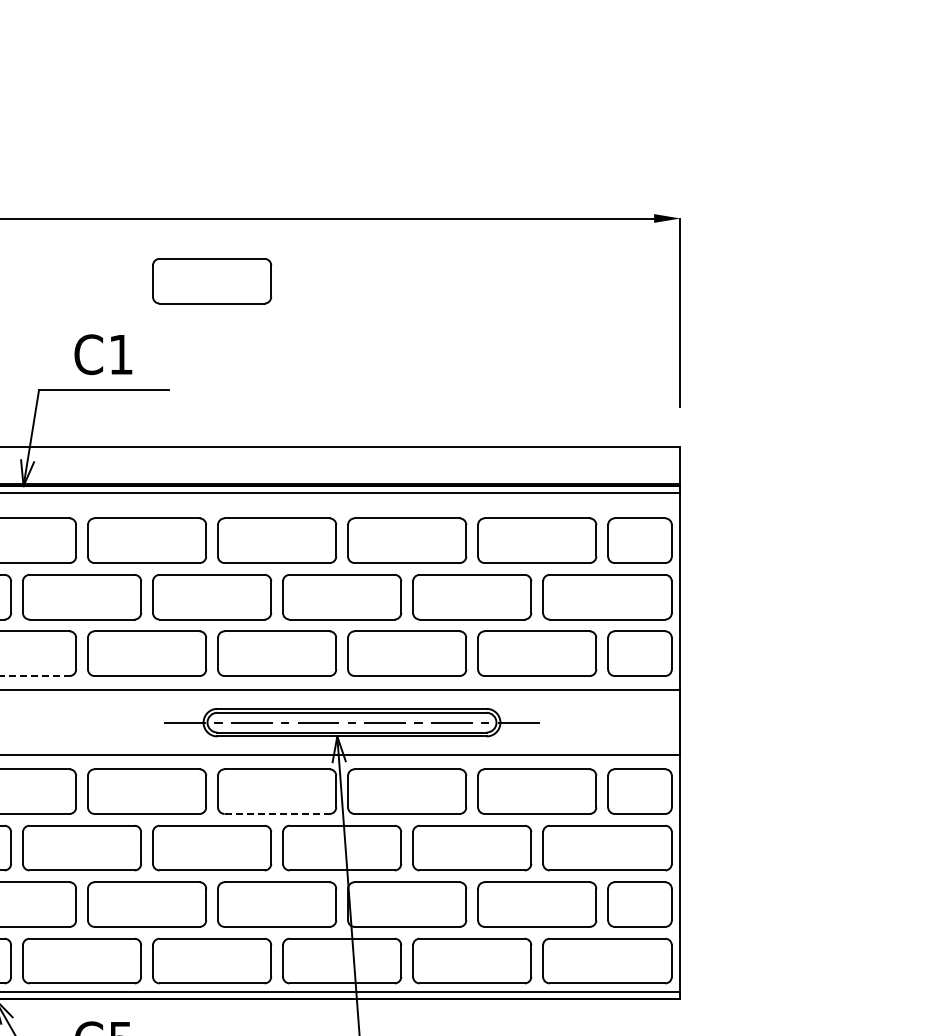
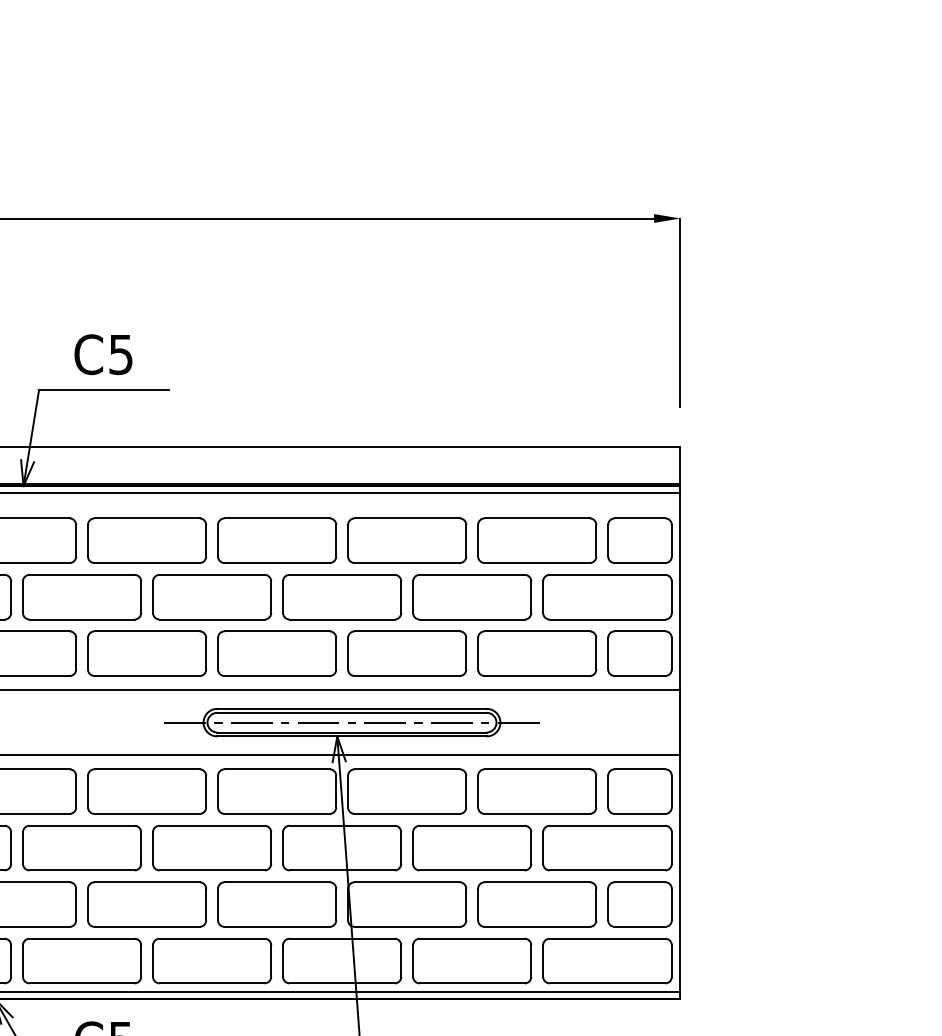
part at (212, 281): present -> none
text at (120, 355): C1 -> C5
line at (34, 676): dashed -> solid
line at (277, 813): dashed -> solid
